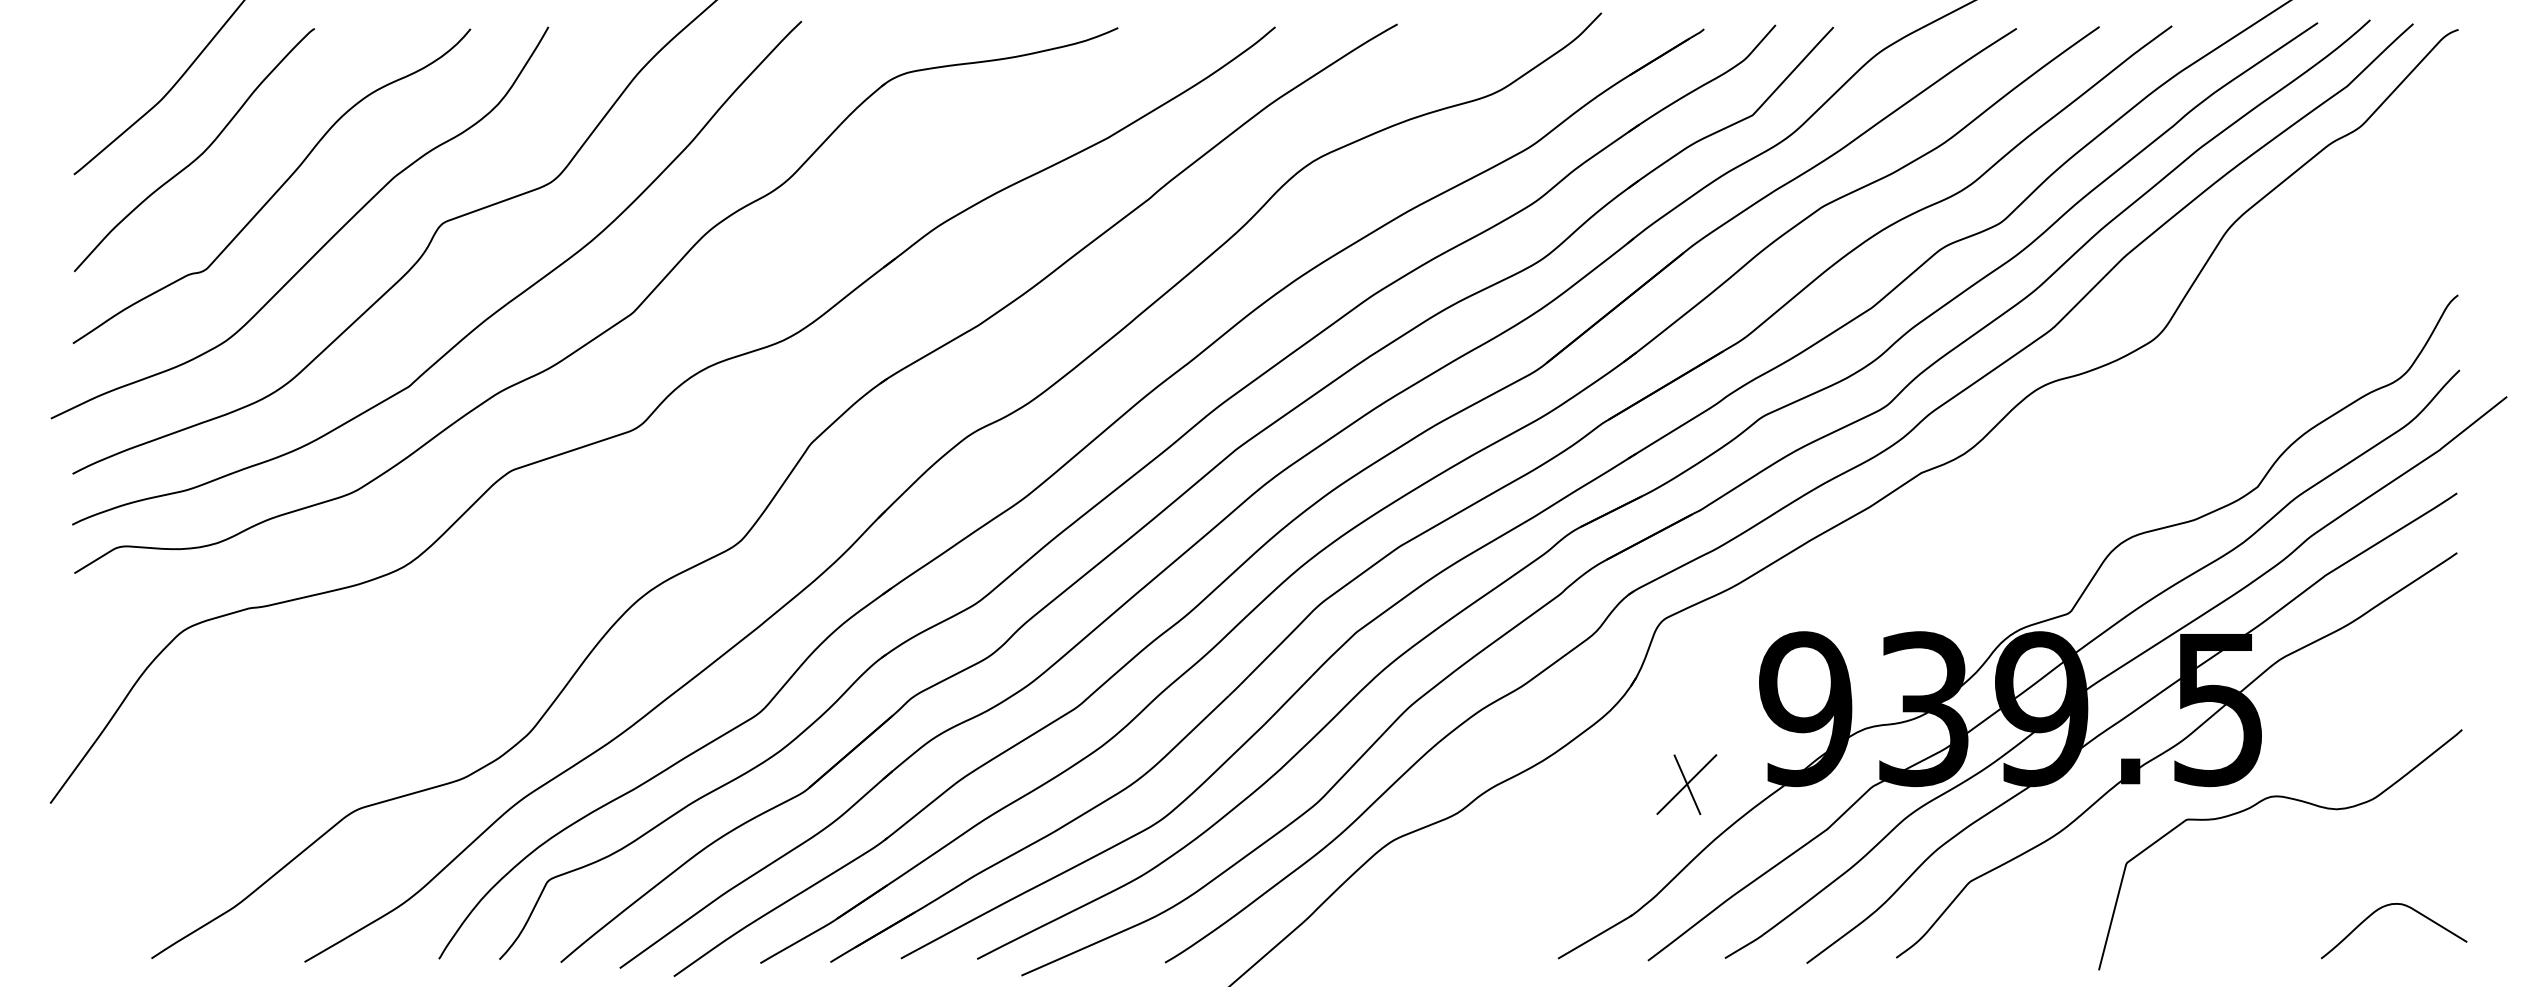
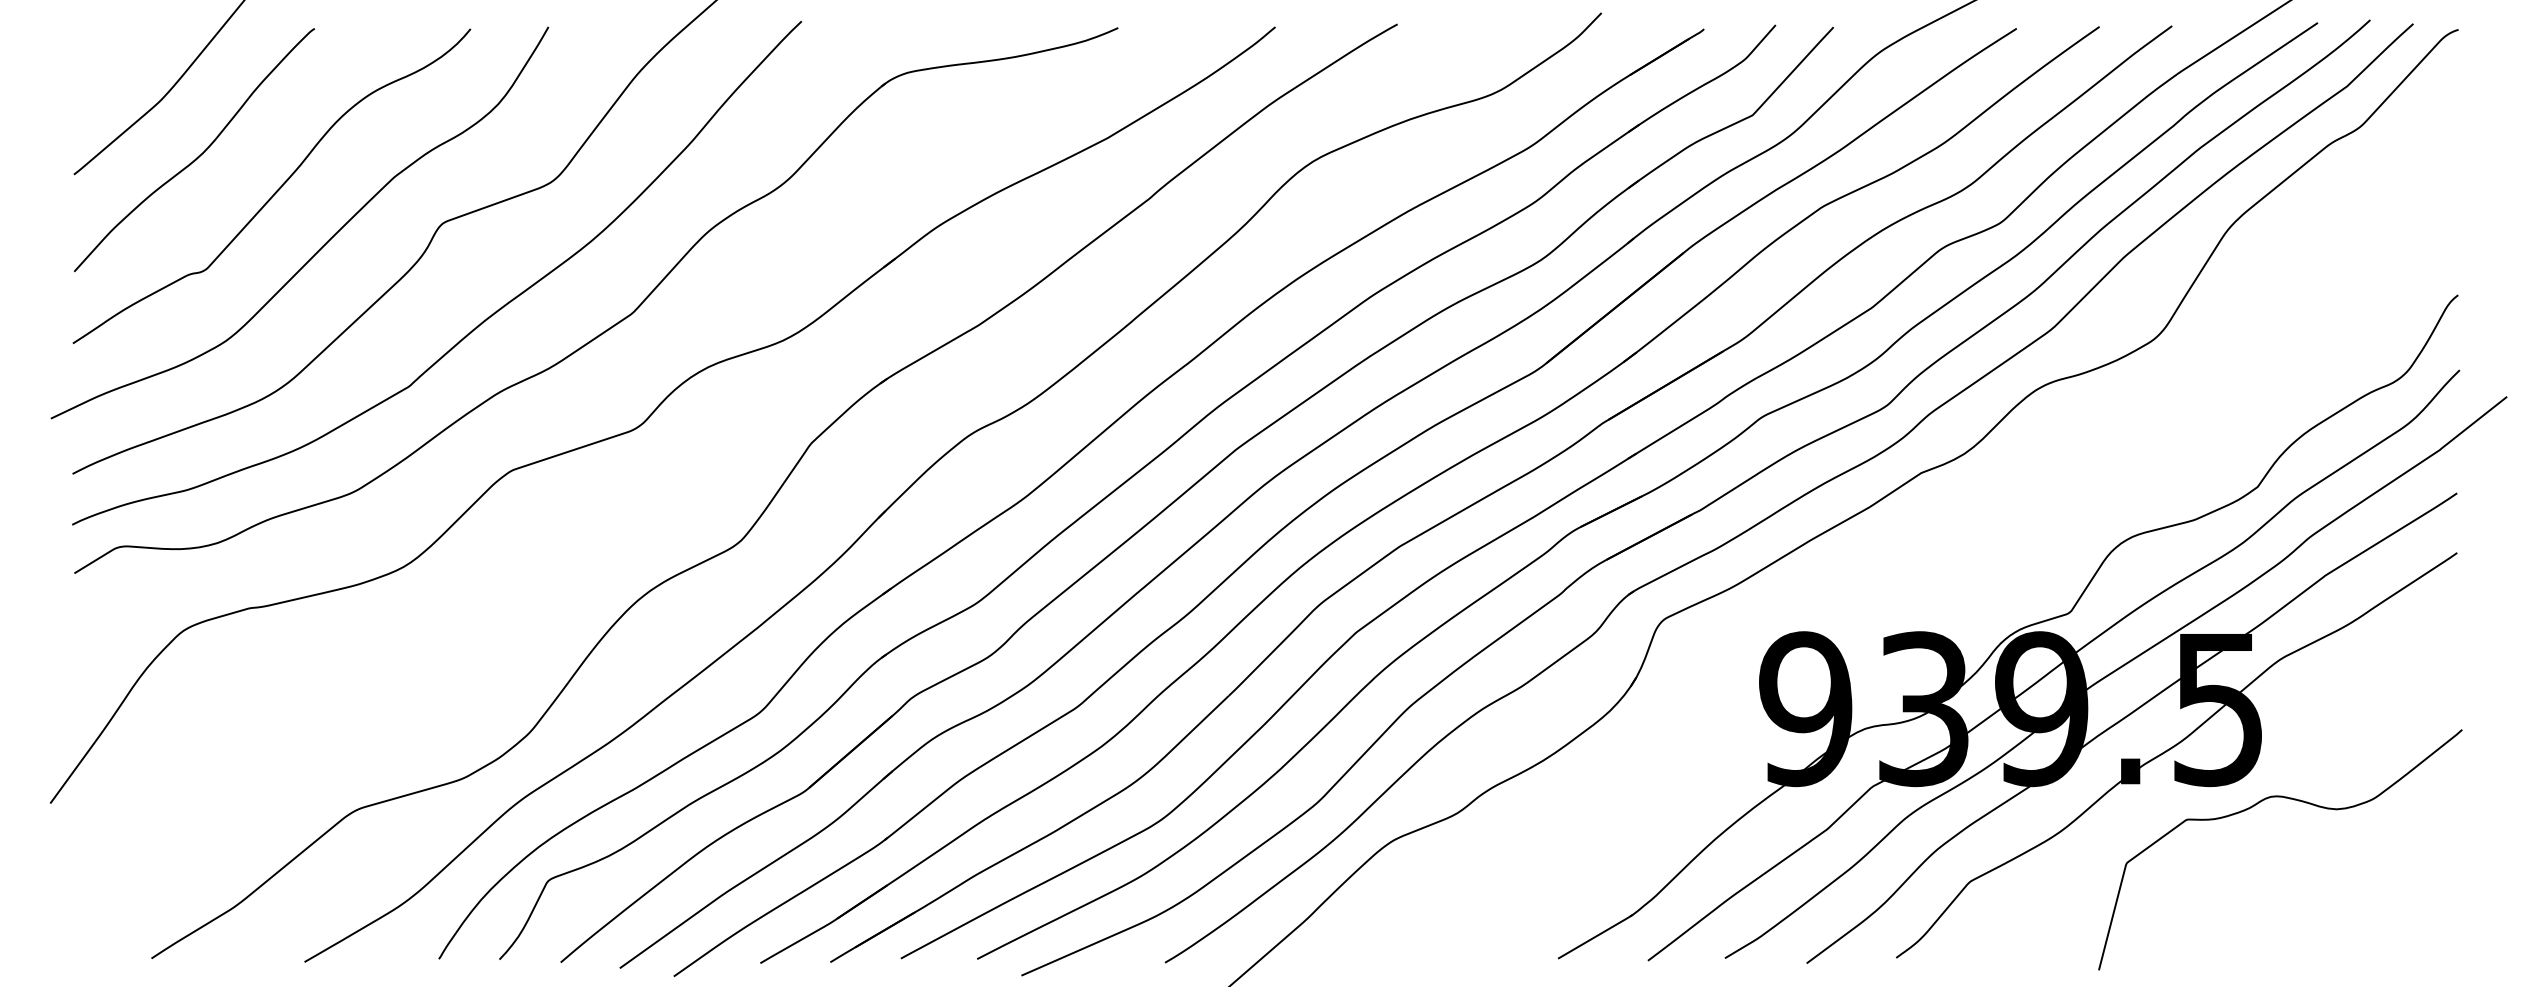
part at (1686, 784): present -> none
curve at (2382, 908): present -> none
